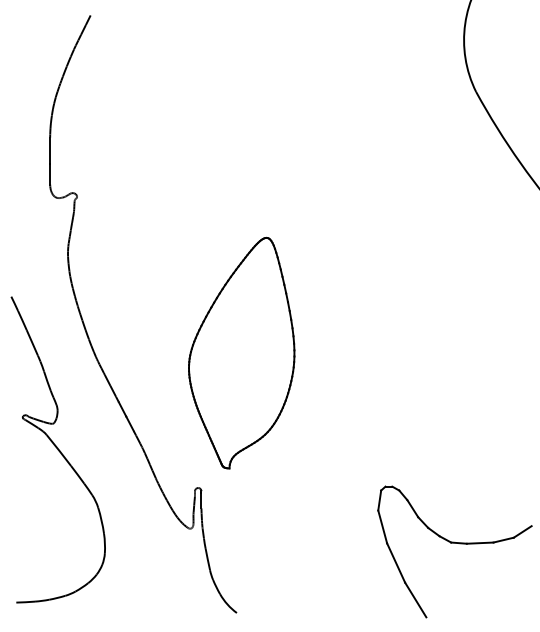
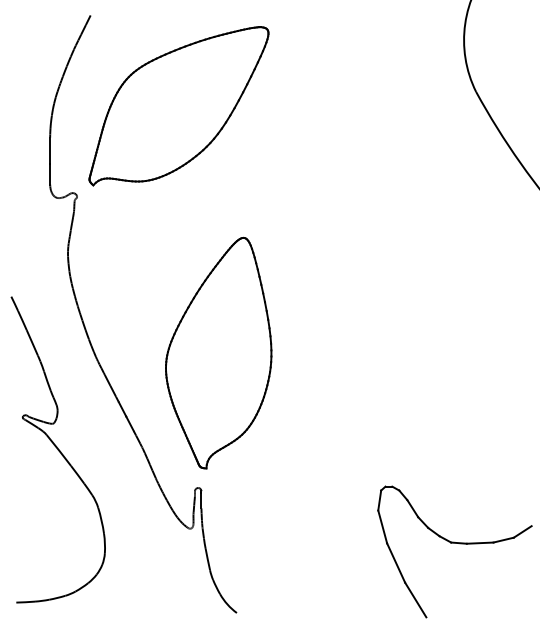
part at (178, 106): none -> present
part at (241, 352) position: (241, 352) -> (218, 352)
